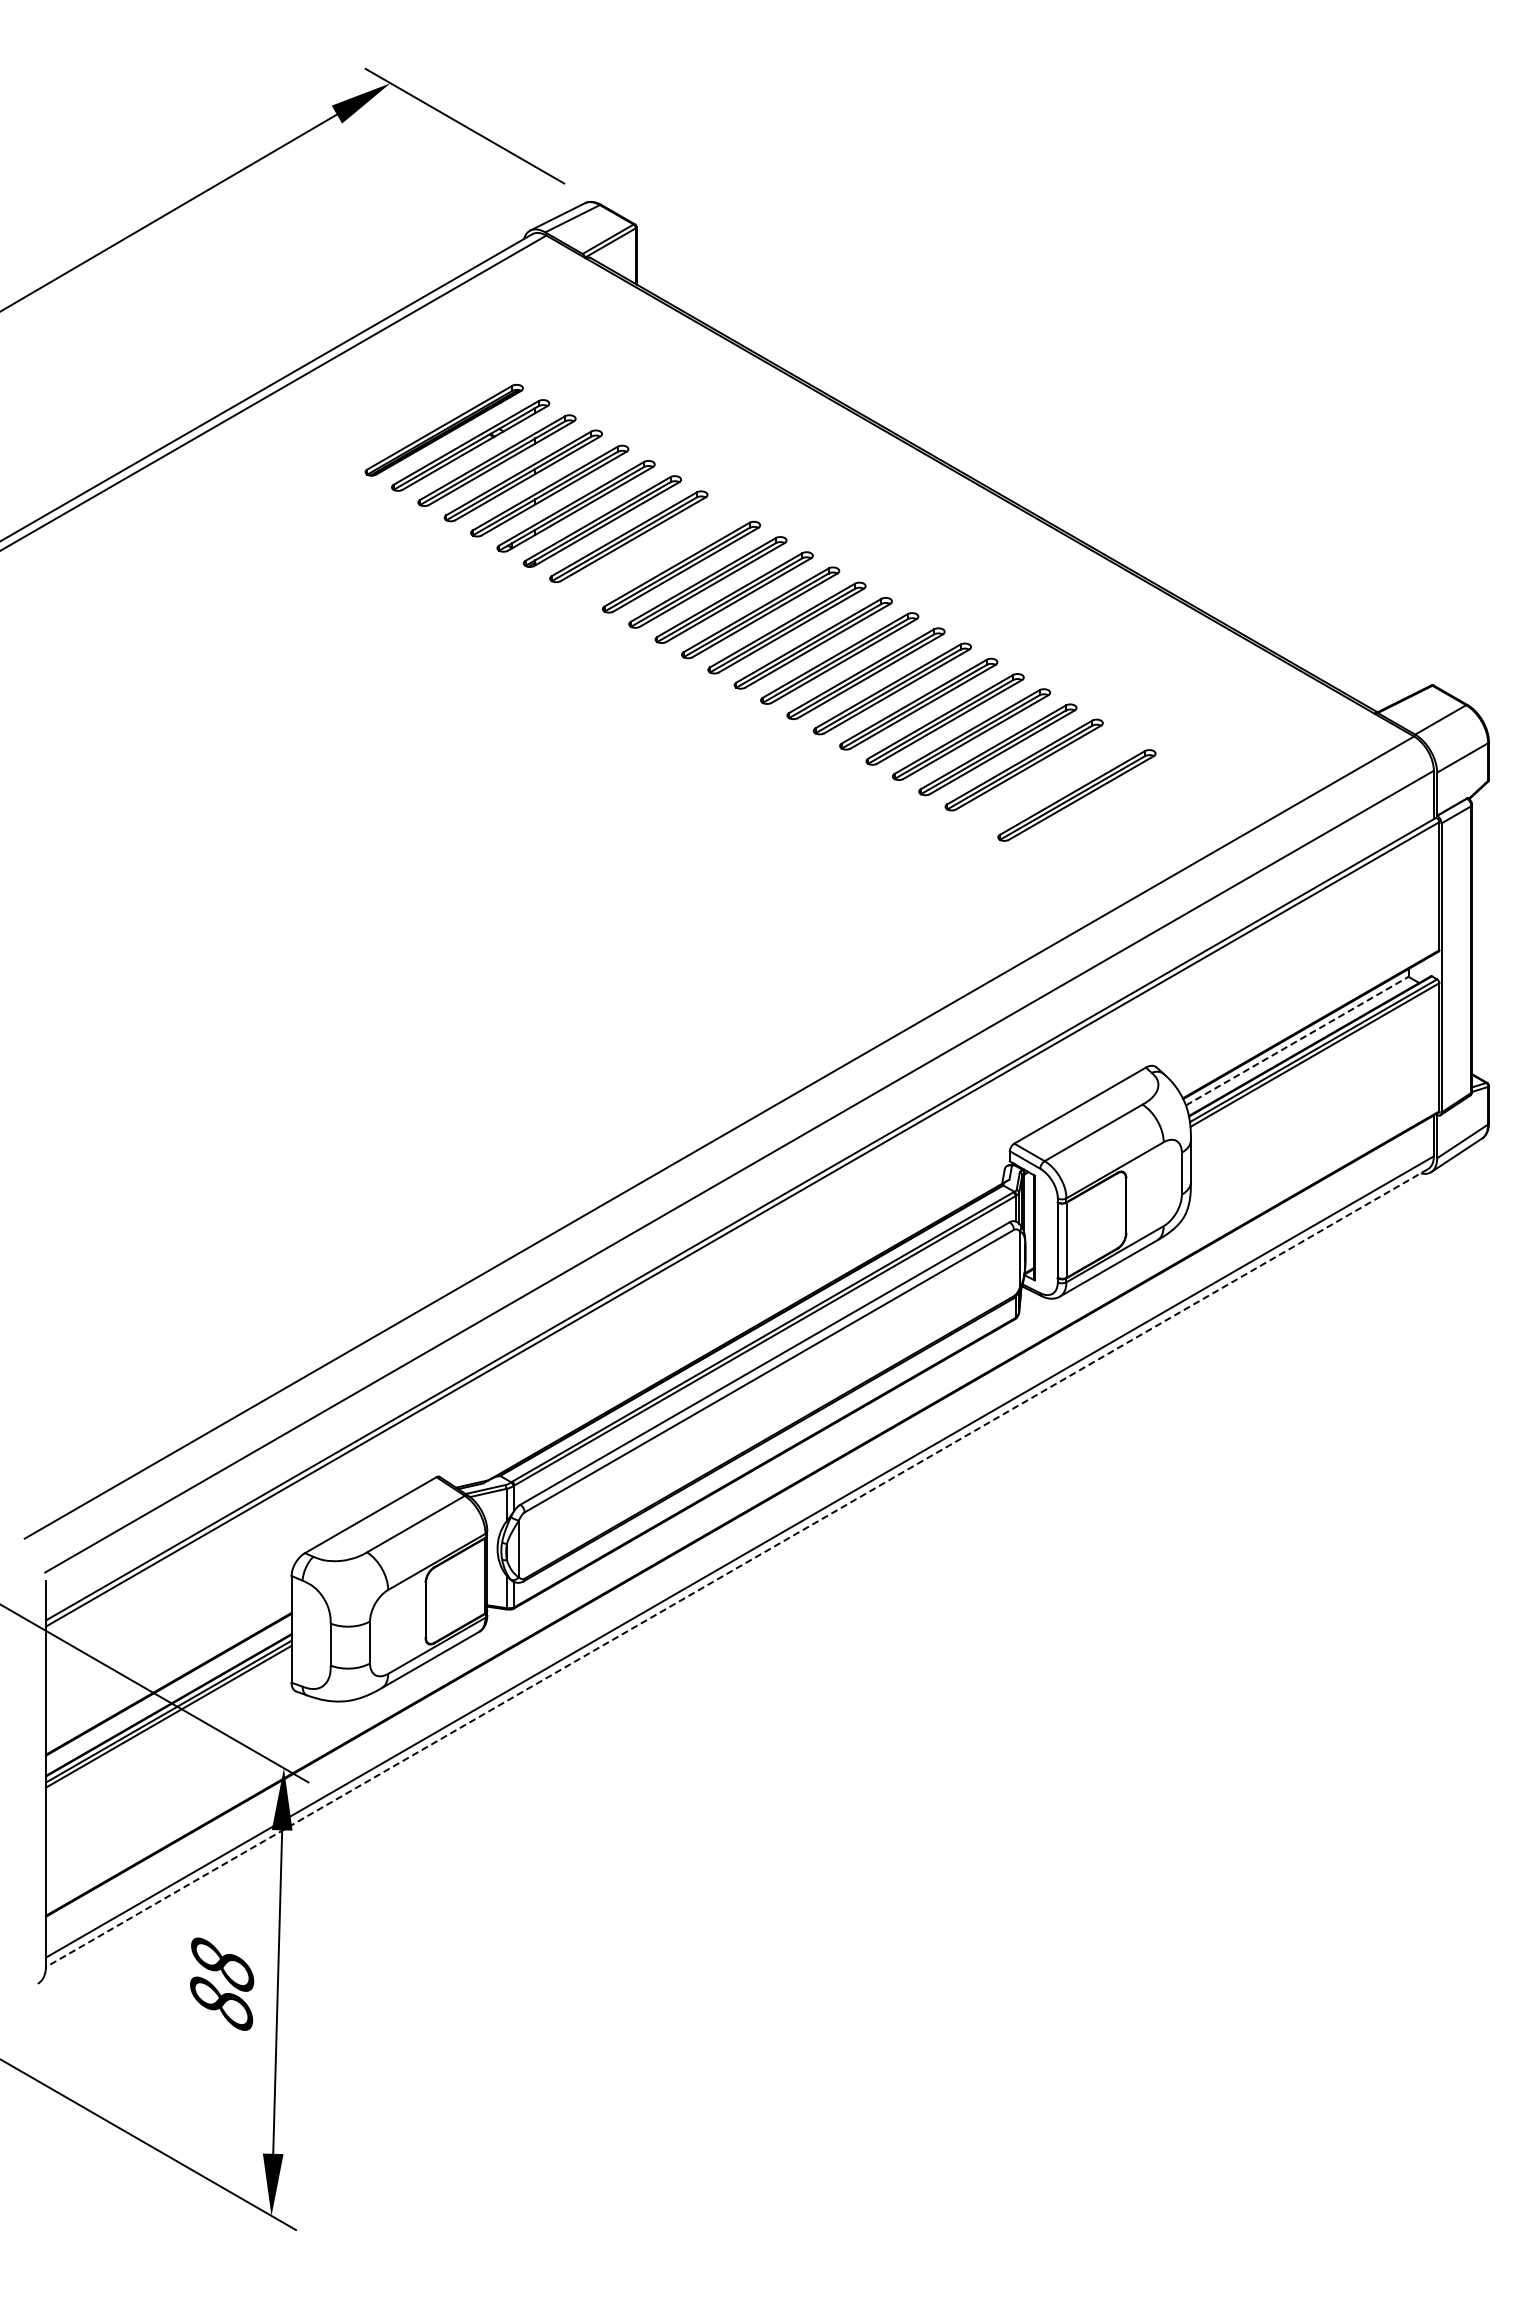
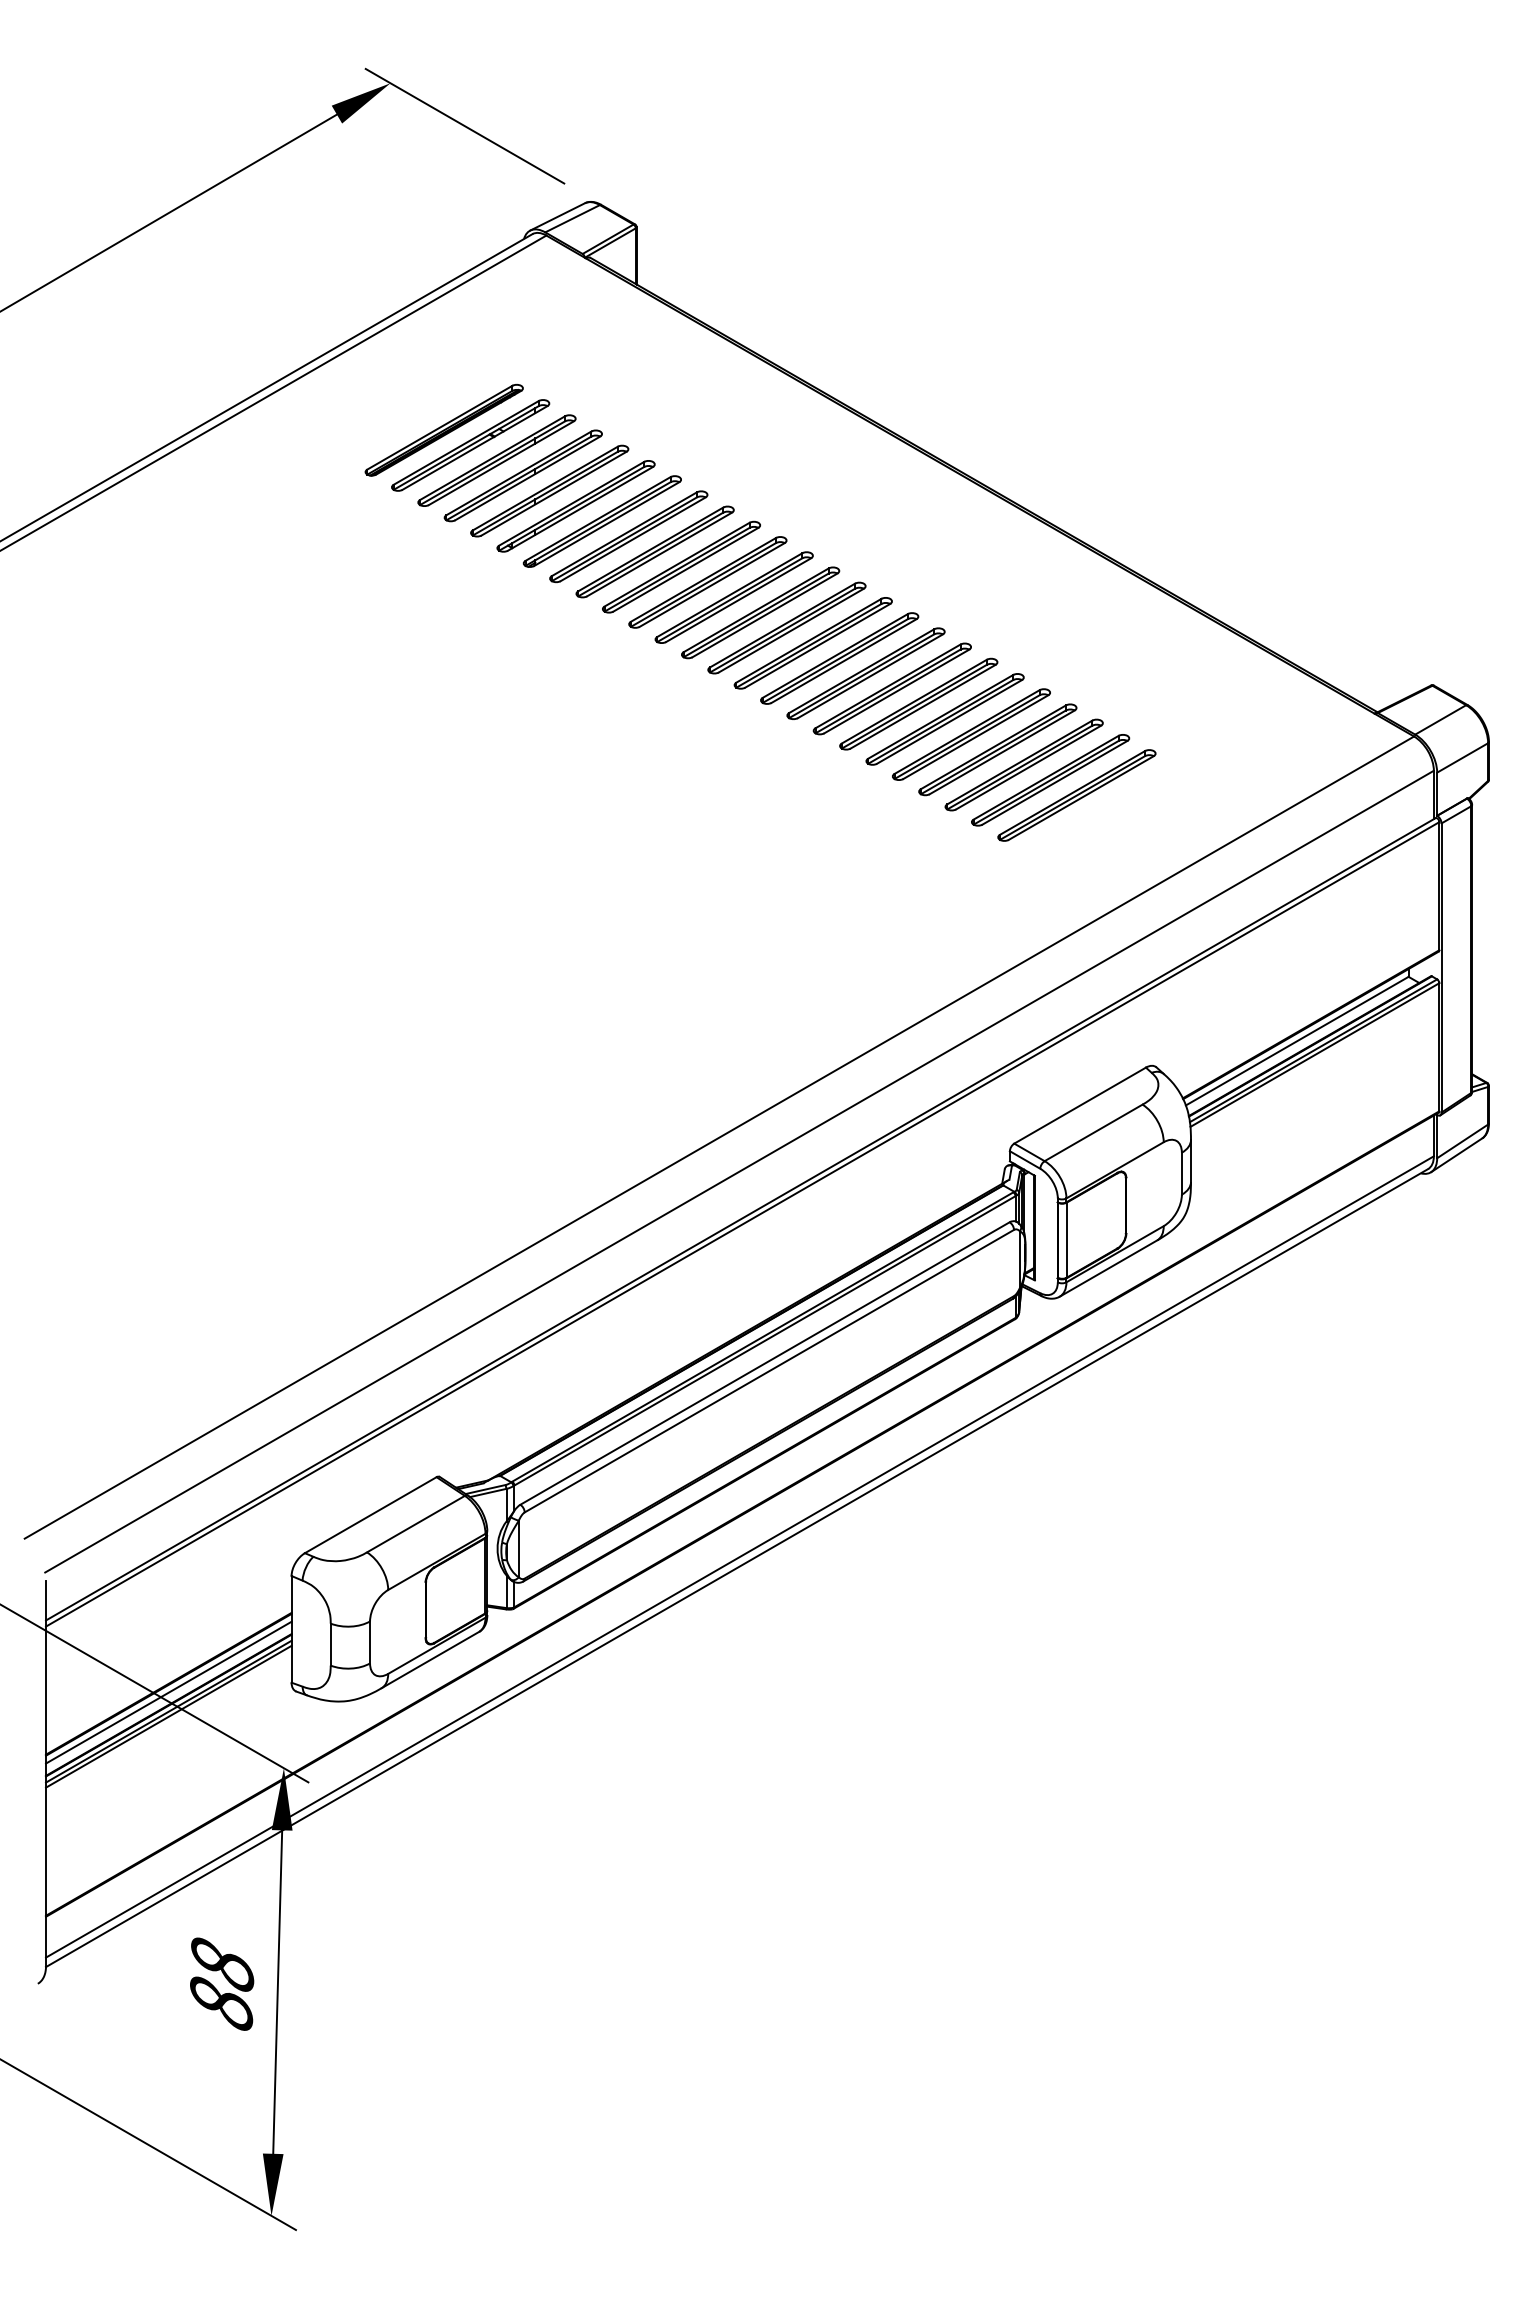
part at (654, 551): none -> present
part at (1050, 780): none -> present
line at (1297, 1041): dashed -> solid
line at (737, 1568): dashed -> solid
line at (168, 1692): none -> present
